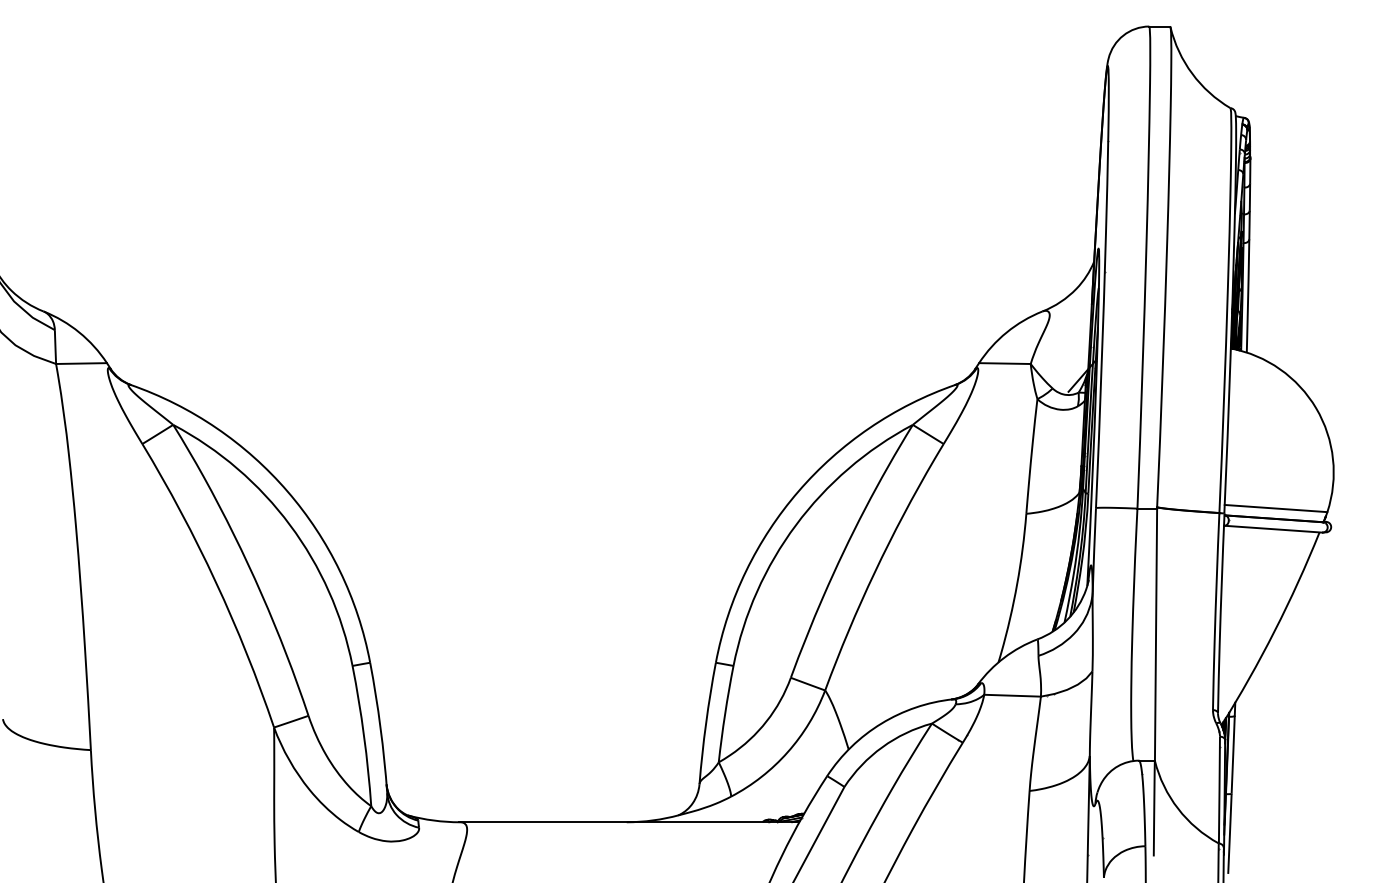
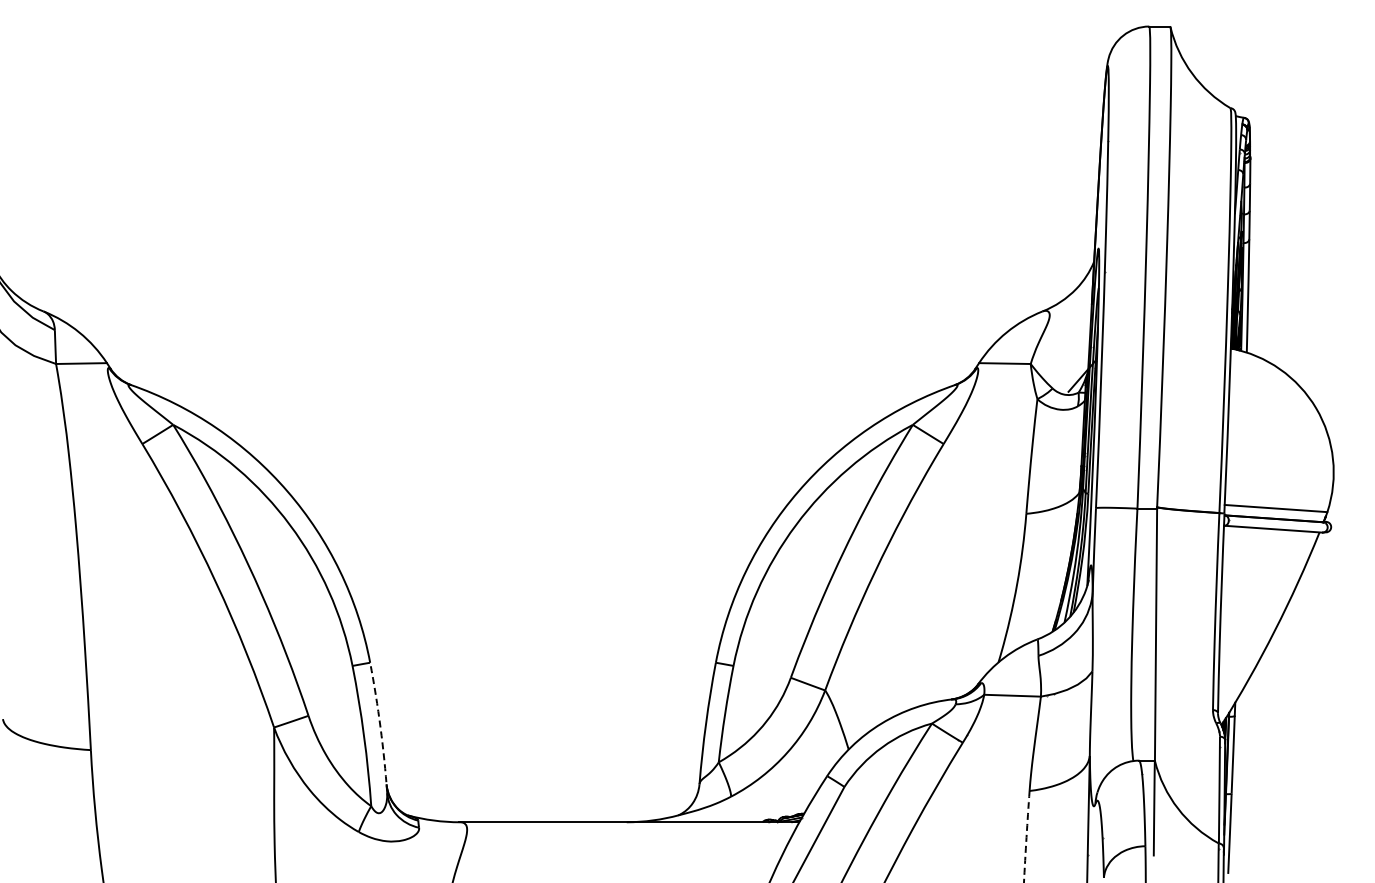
line at (380, 727): solid -> dashed
line at (1026, 837): solid -> dashed
